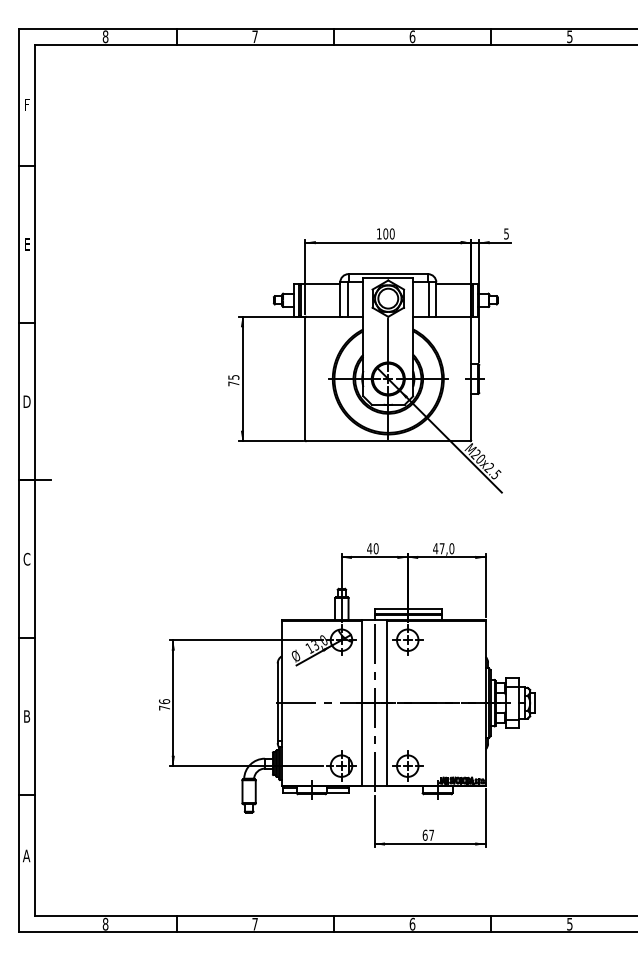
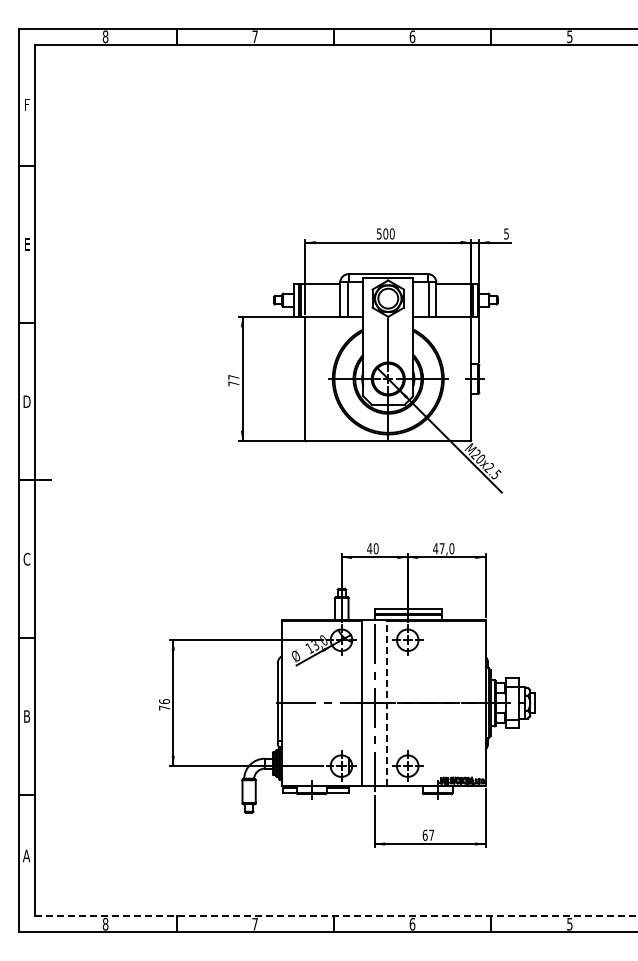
text at (378, 233): 100 -> 500
text at (233, 377): 75 -> 77
line at (387, 702): solid -> dashed
line at (335, 916): solid -> dashed
